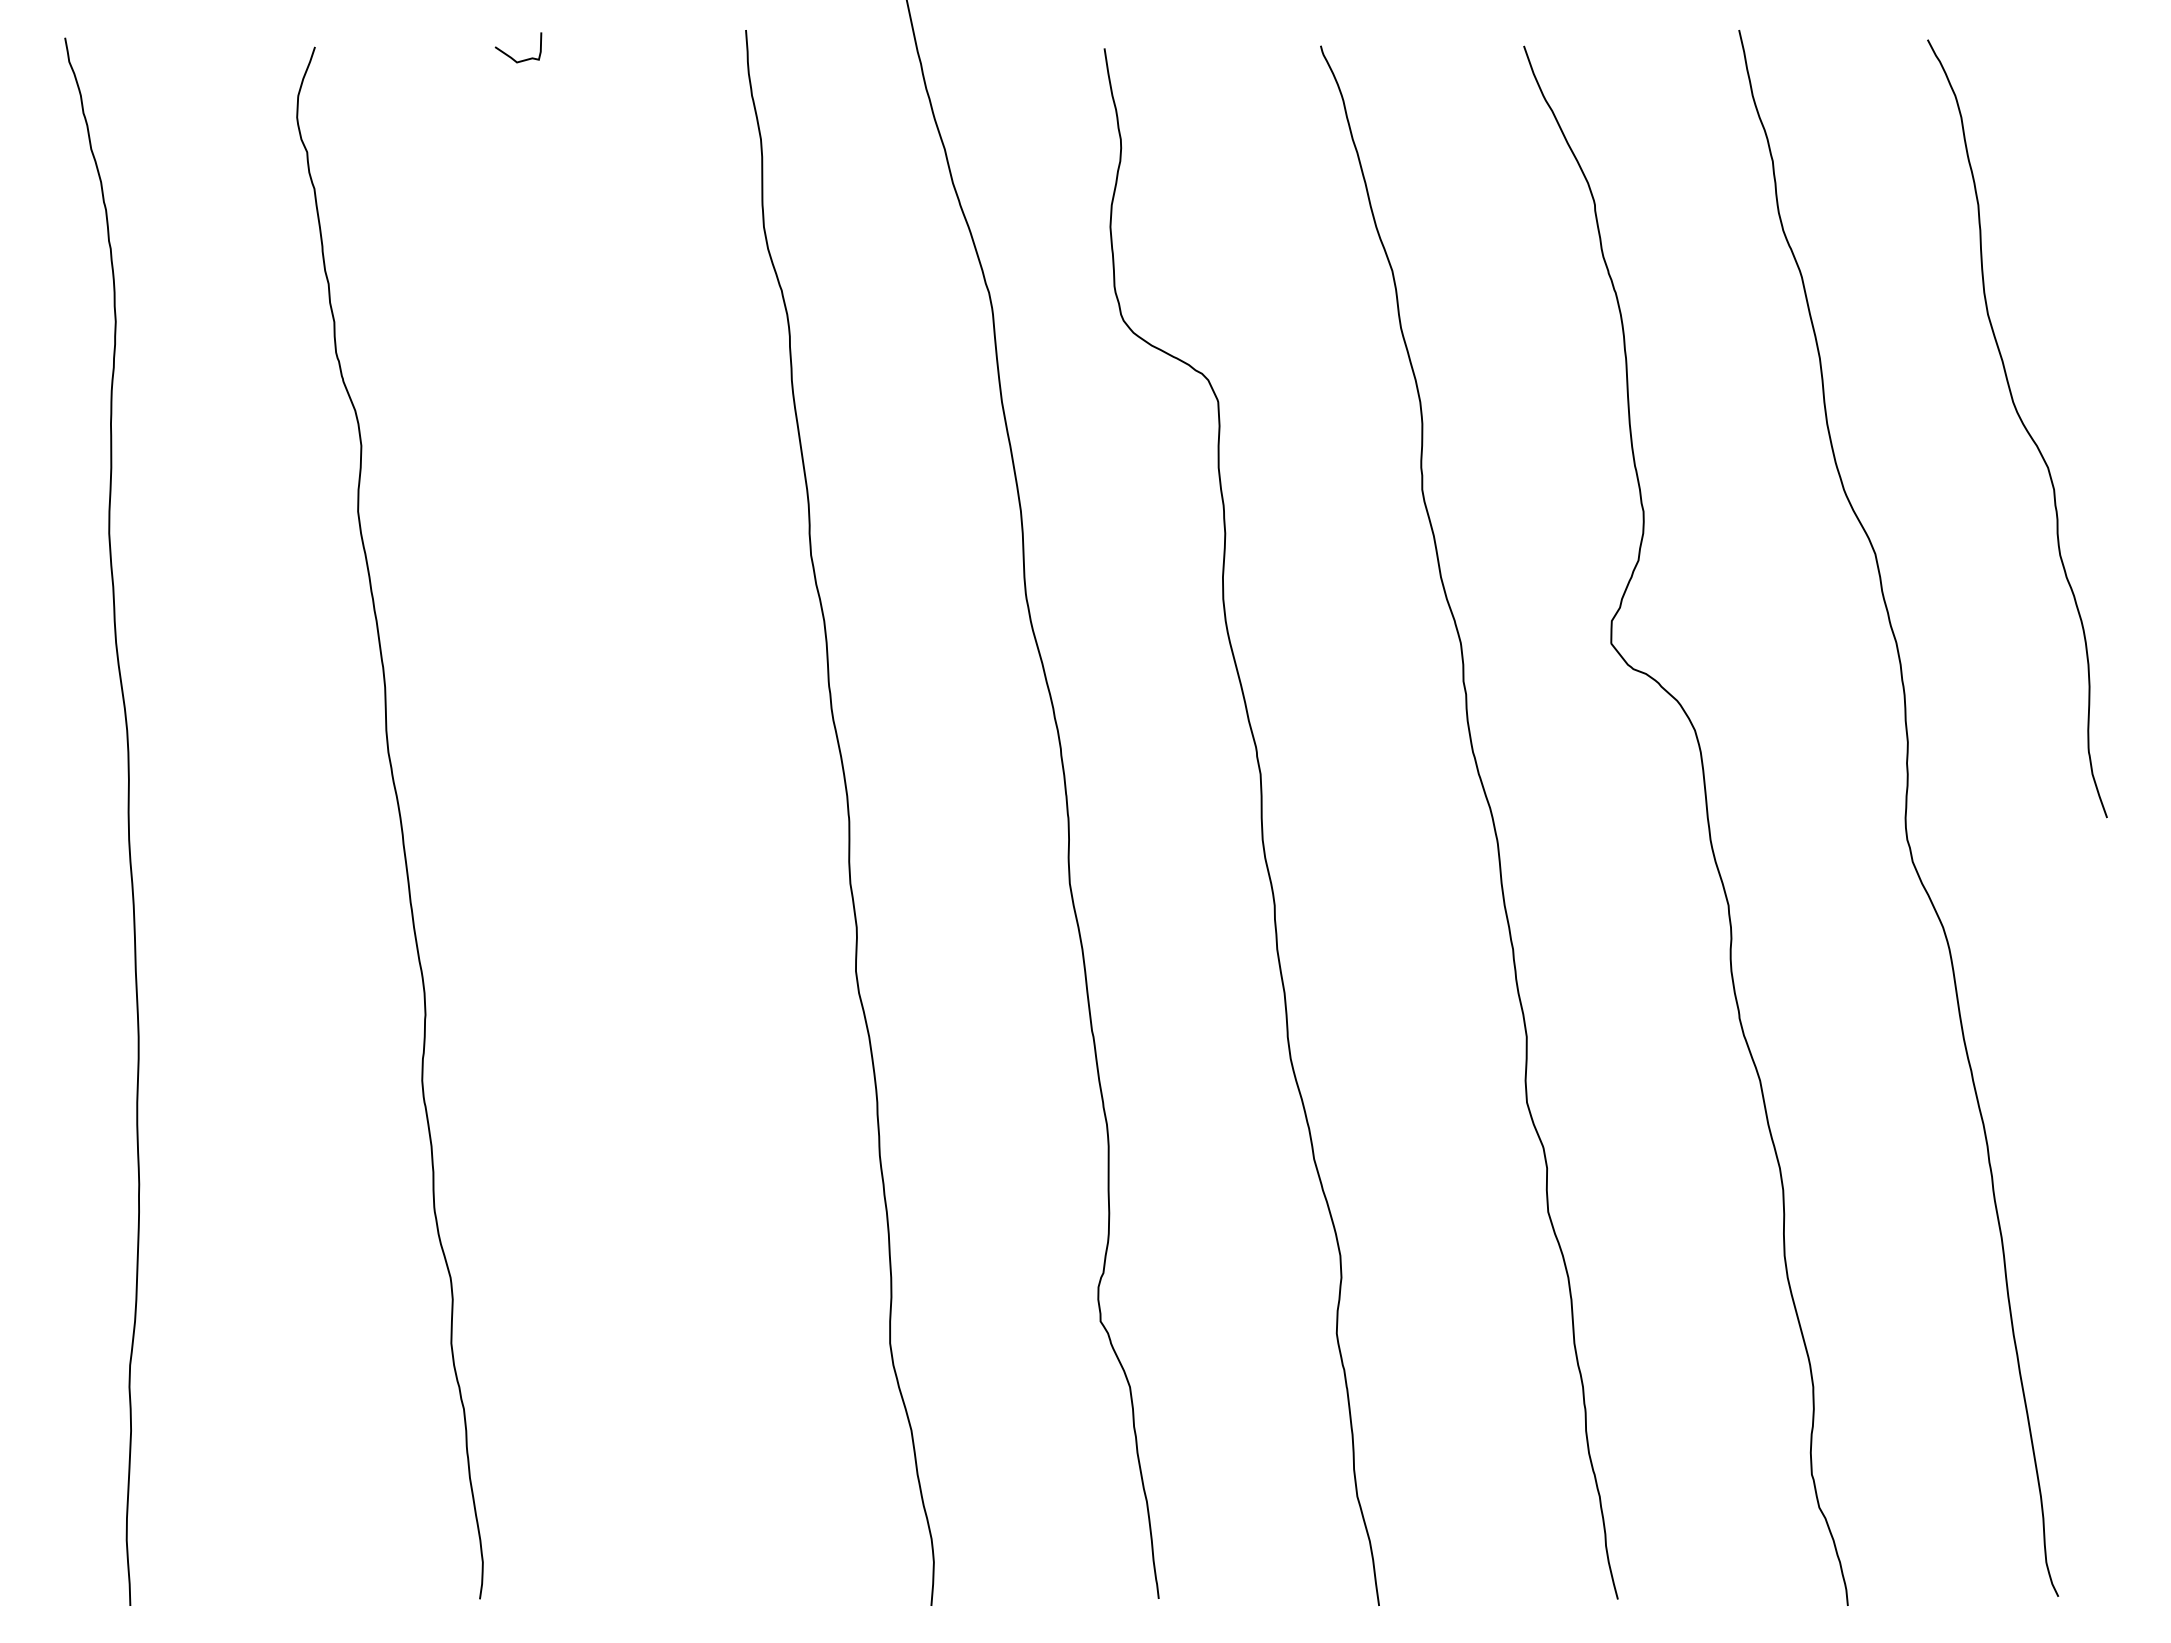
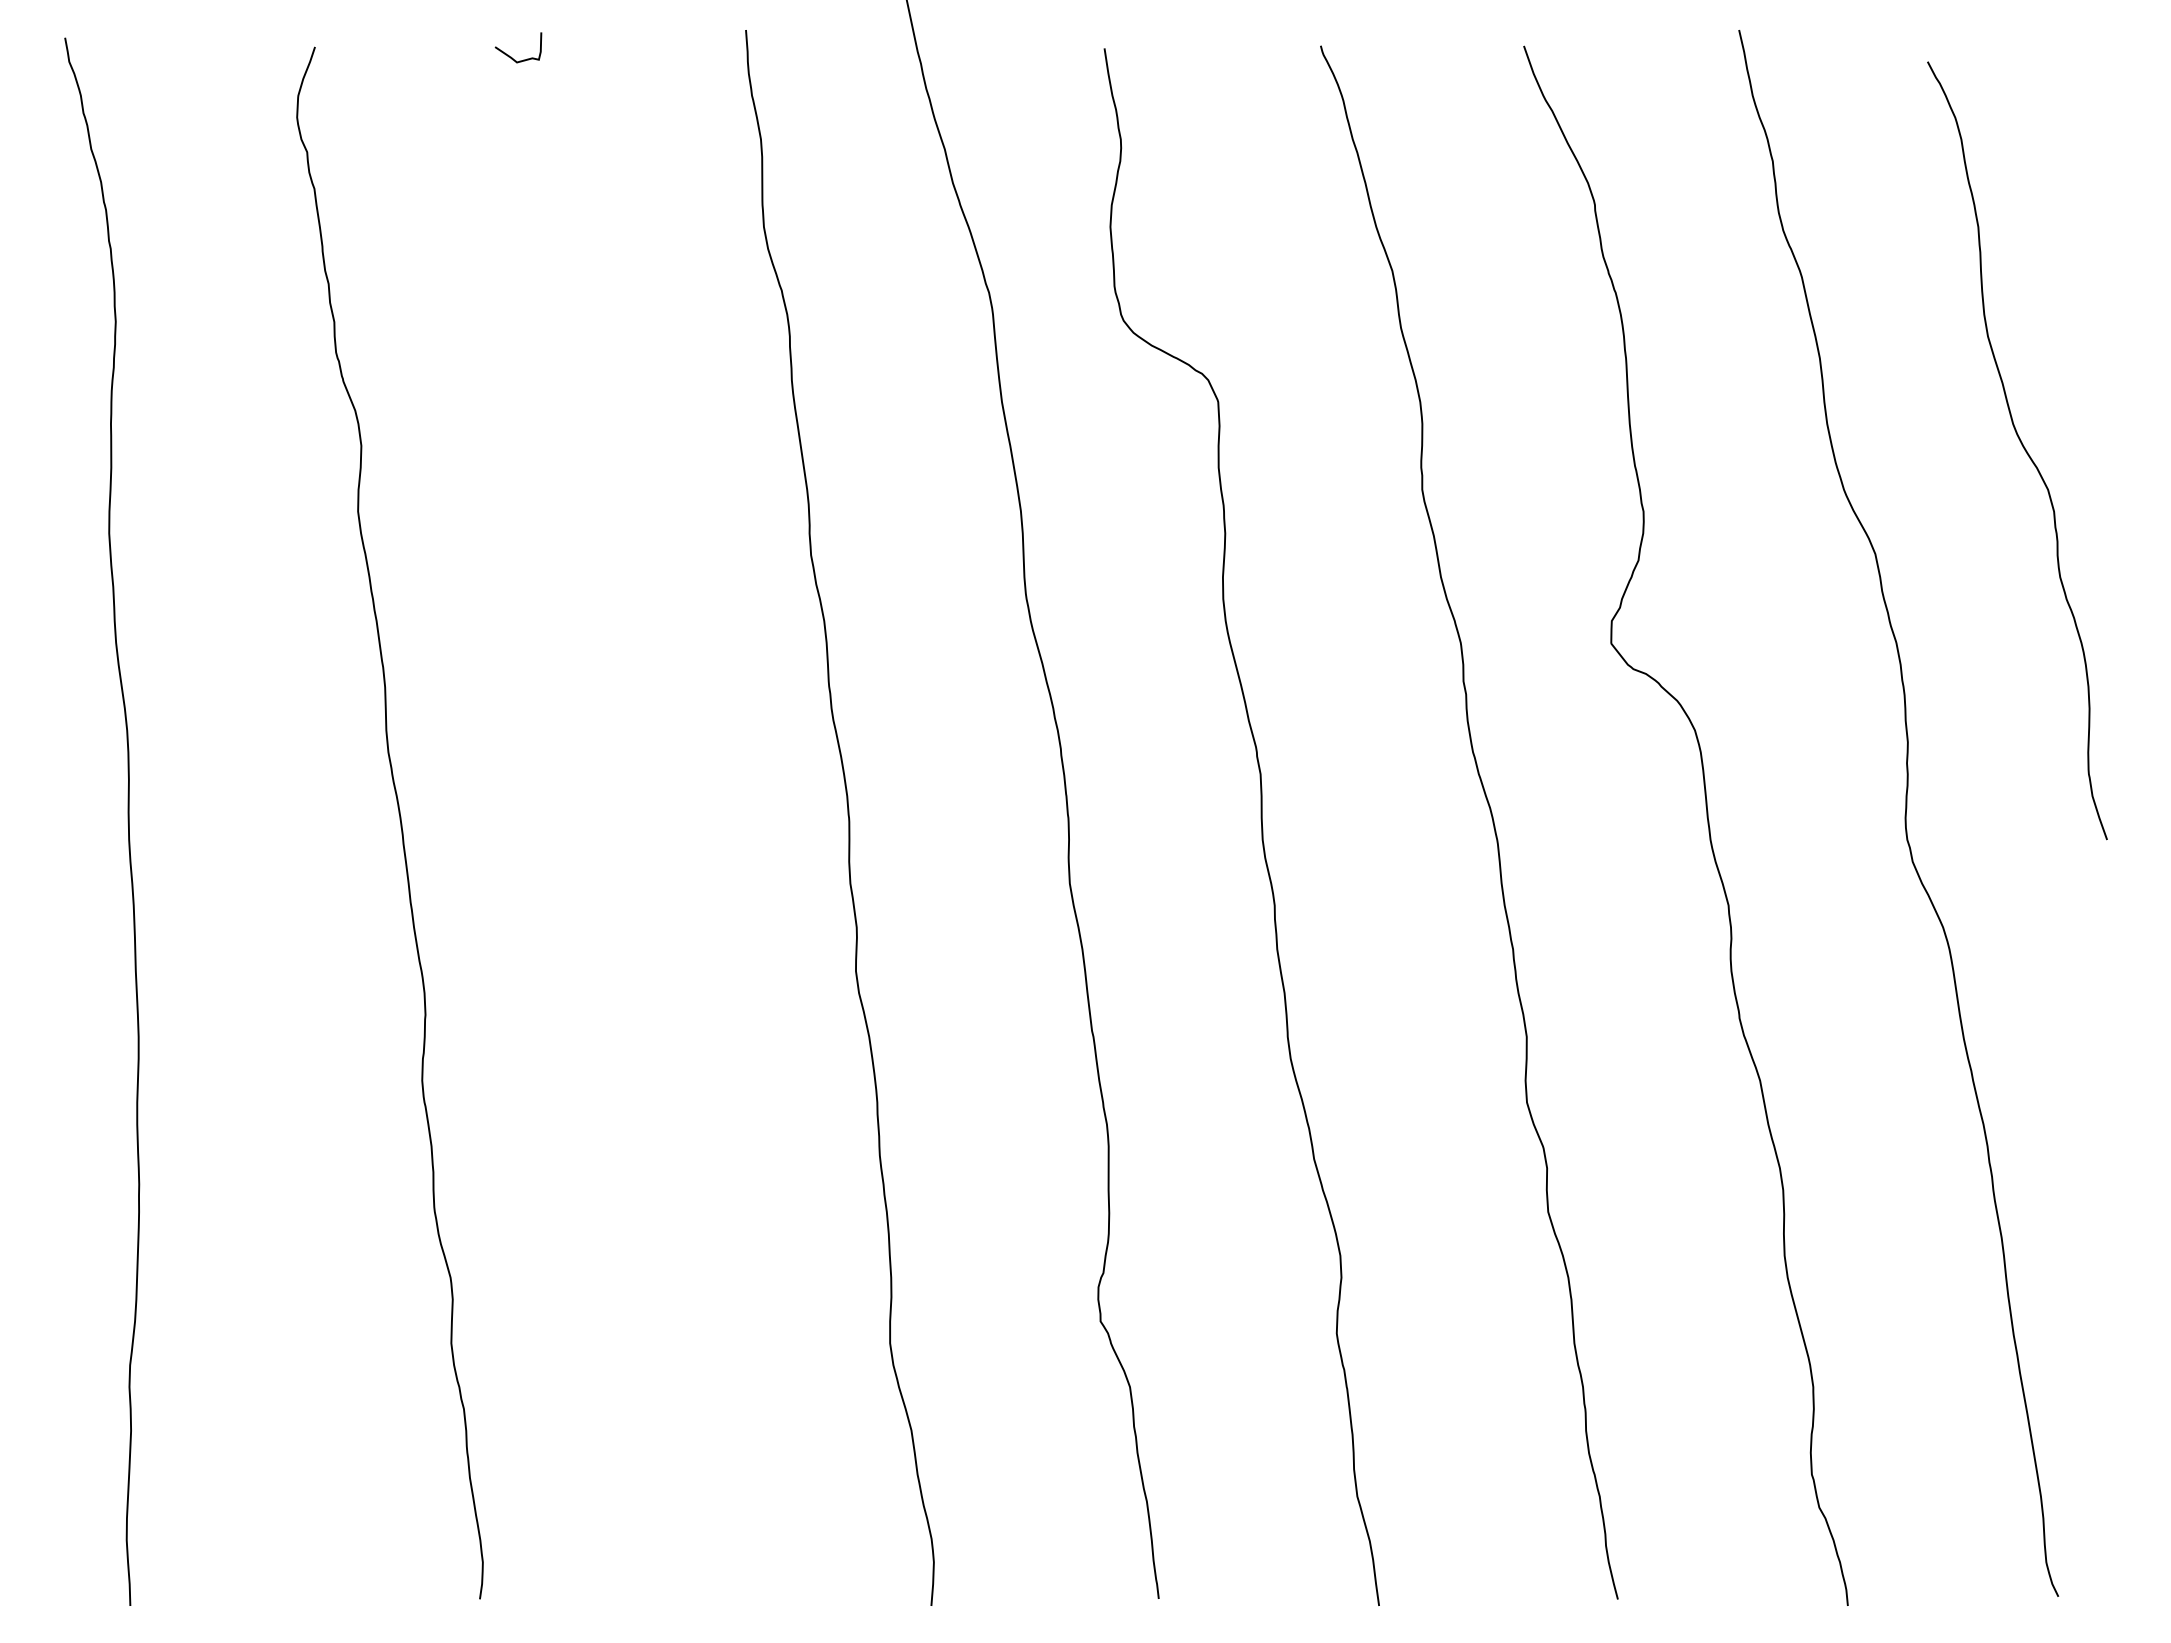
curve at (2022, 425) position: (2022, 425) -> (2022, 447)
